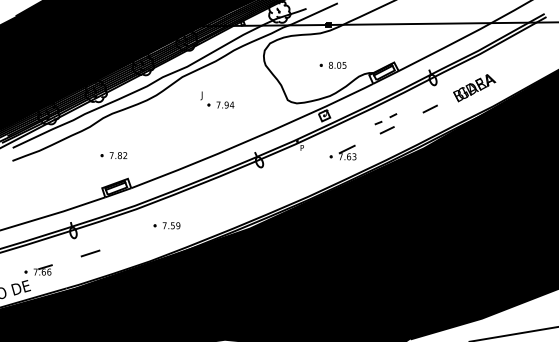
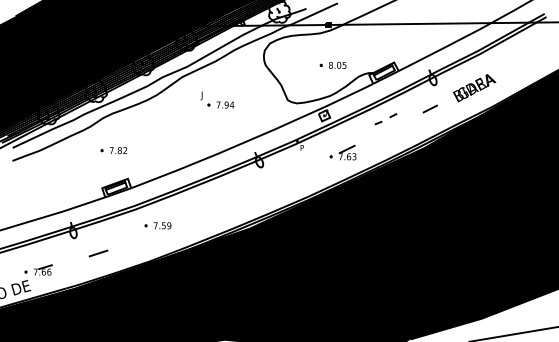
line at (386, 130): present -> none
part at (113, 155) position: (113, 155) -> (113, 150)
part at (166, 225) position: (166, 225) -> (157, 225)
line at (90, 253) position: (90, 253) -> (98, 253)
